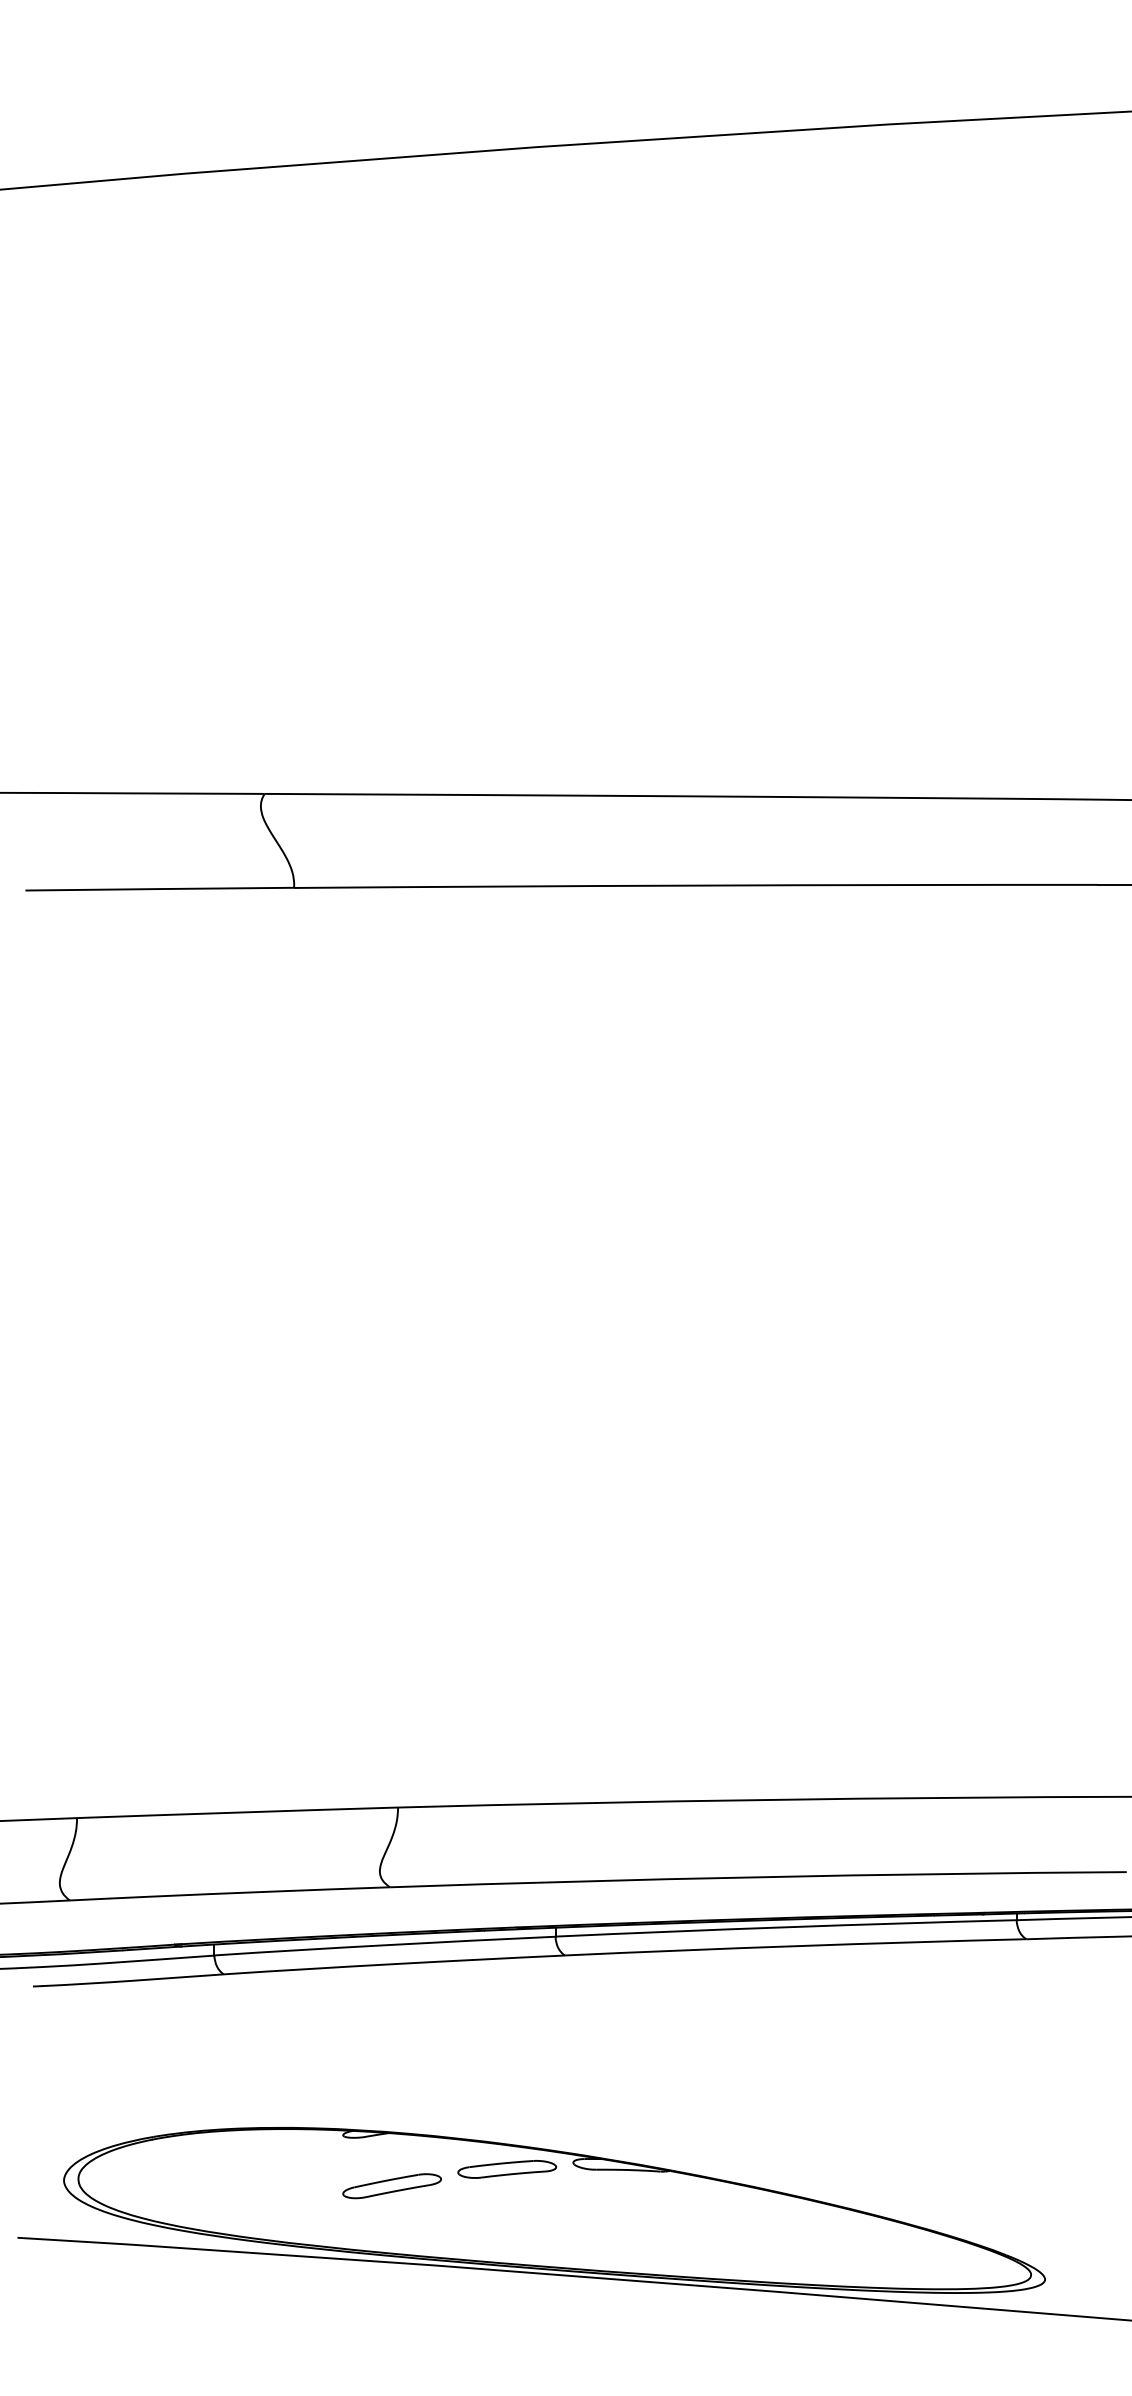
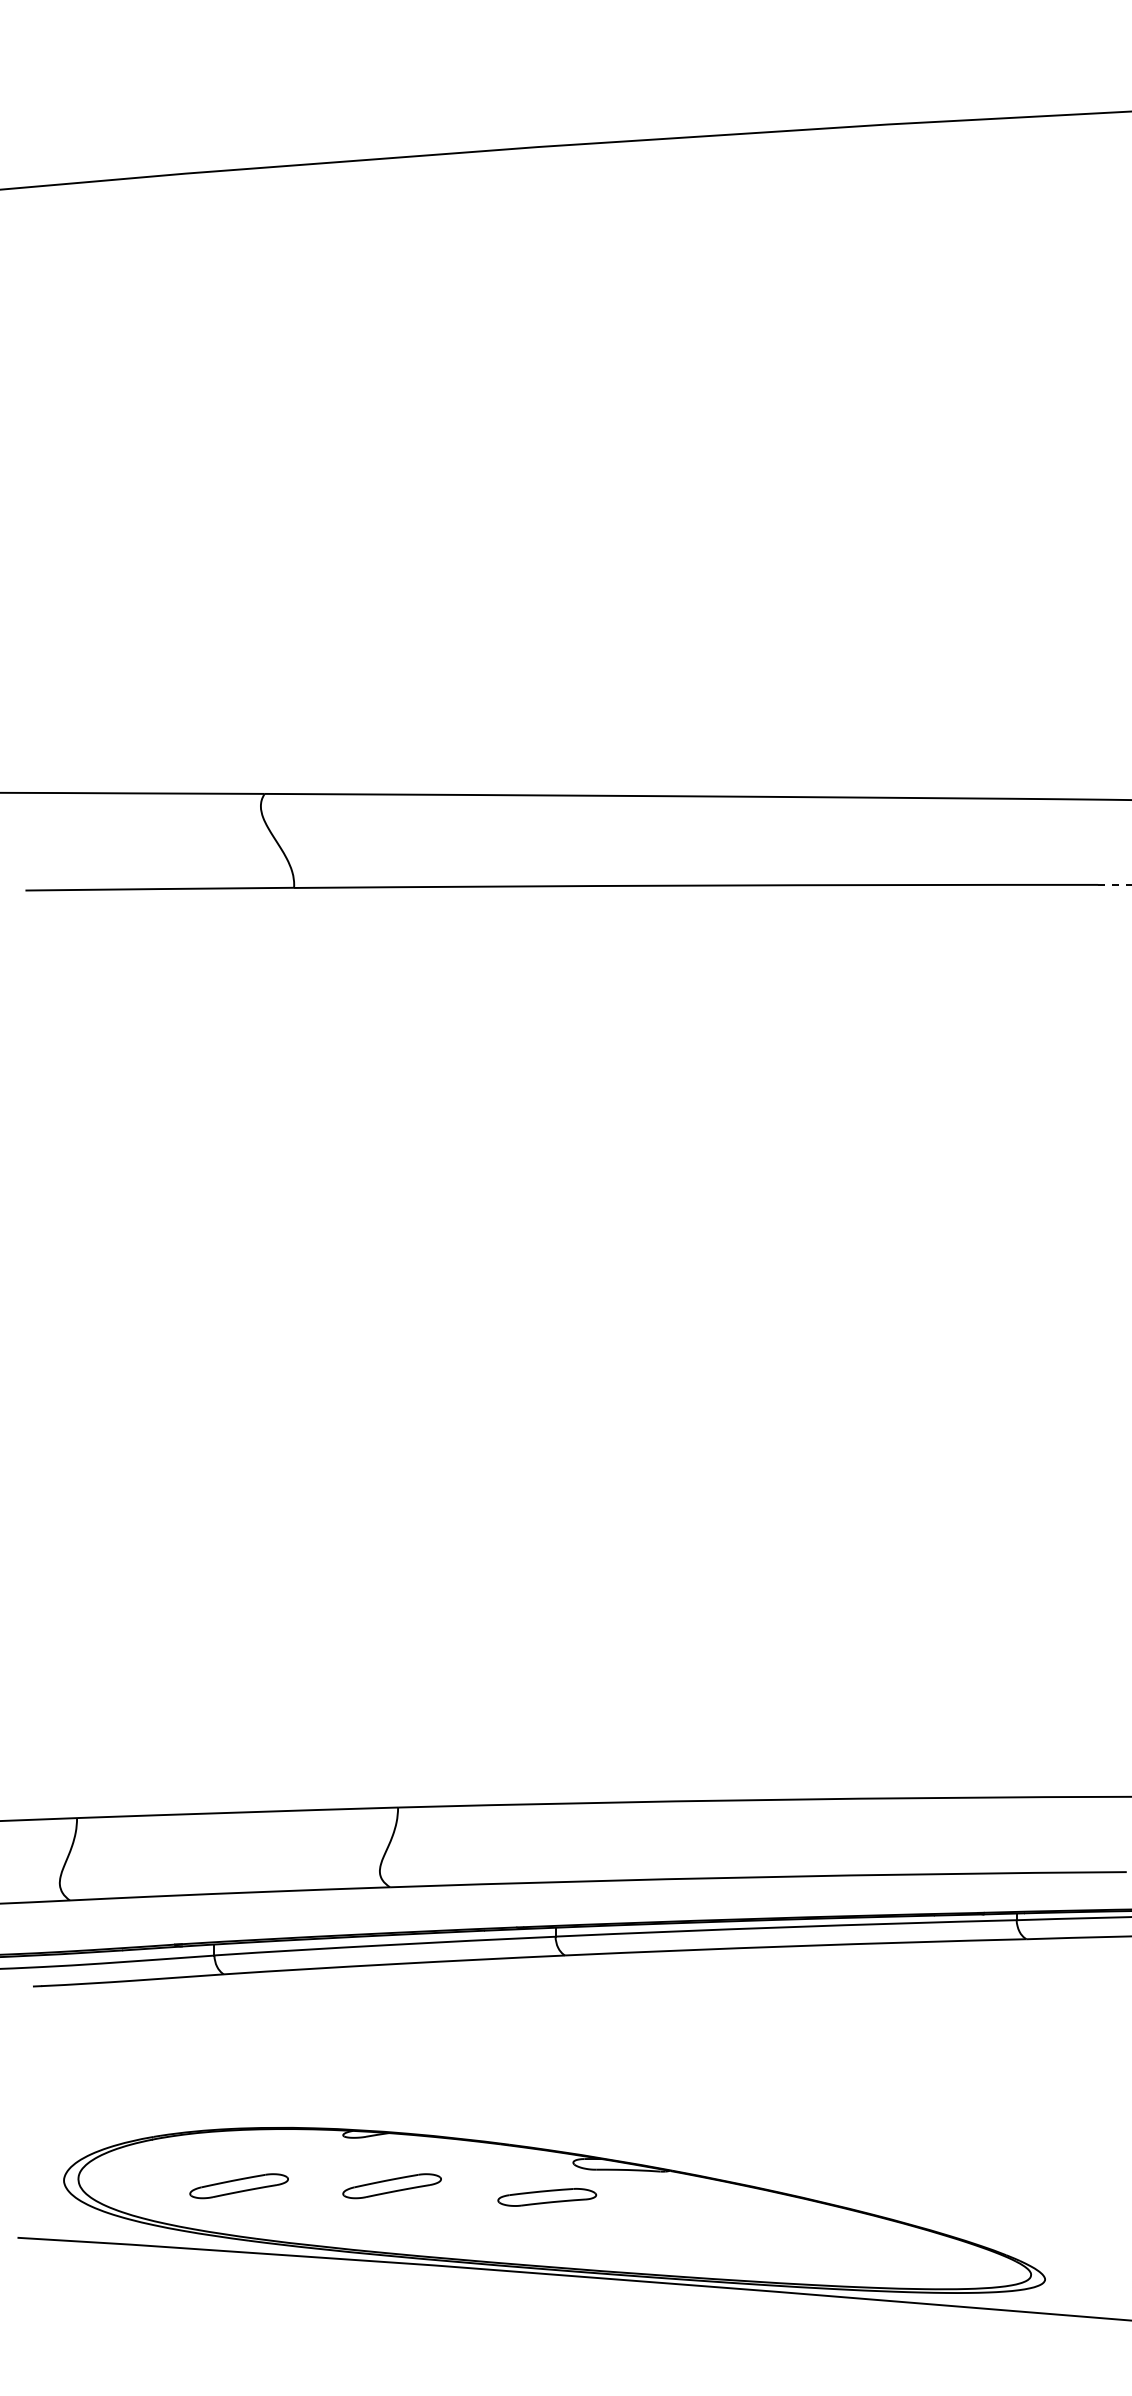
line at (1115, 884): solid -> dashed
part at (507, 2169) position: (507, 2169) -> (547, 2197)
part at (238, 2186): none -> present
